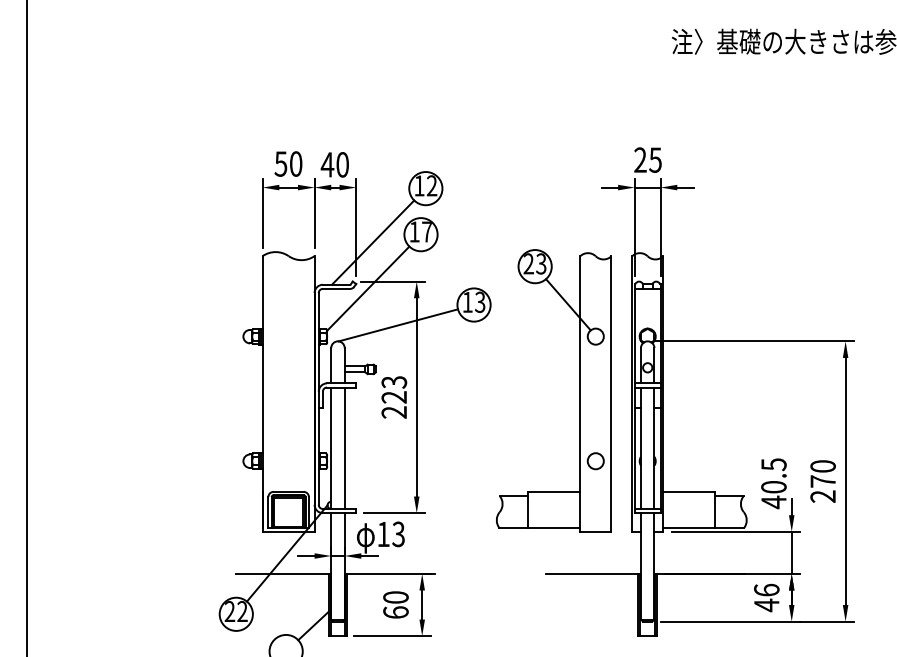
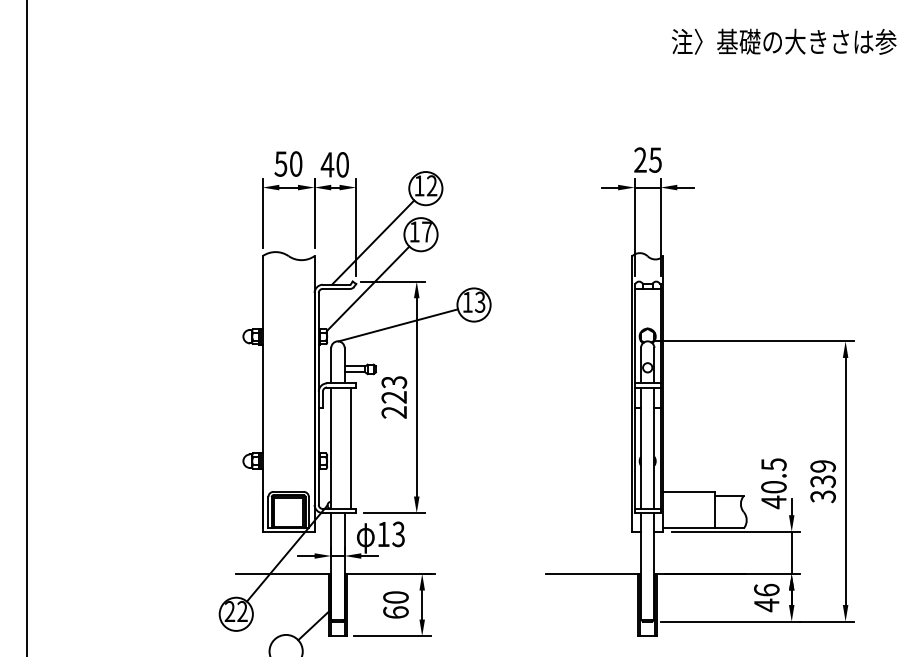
part at (579, 390): present -> none
line at (344, 447) position: (344, 447) -> (350, 447)
text at (822, 481): 270 -> 339
